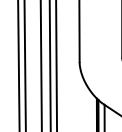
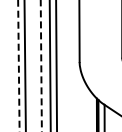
line at (18, 65): solid -> dashed
line at (41, 66): solid -> dashed
